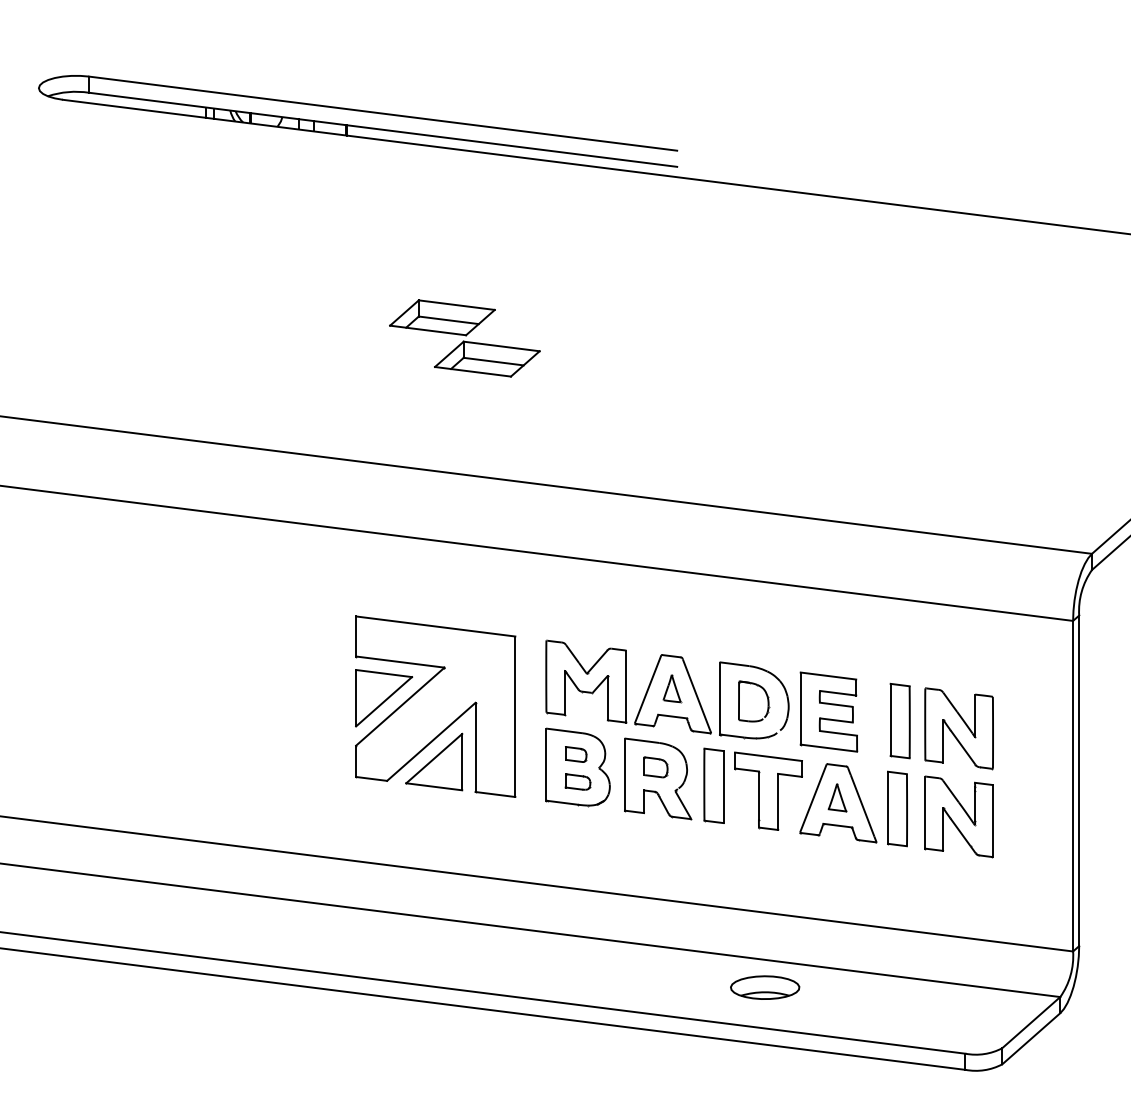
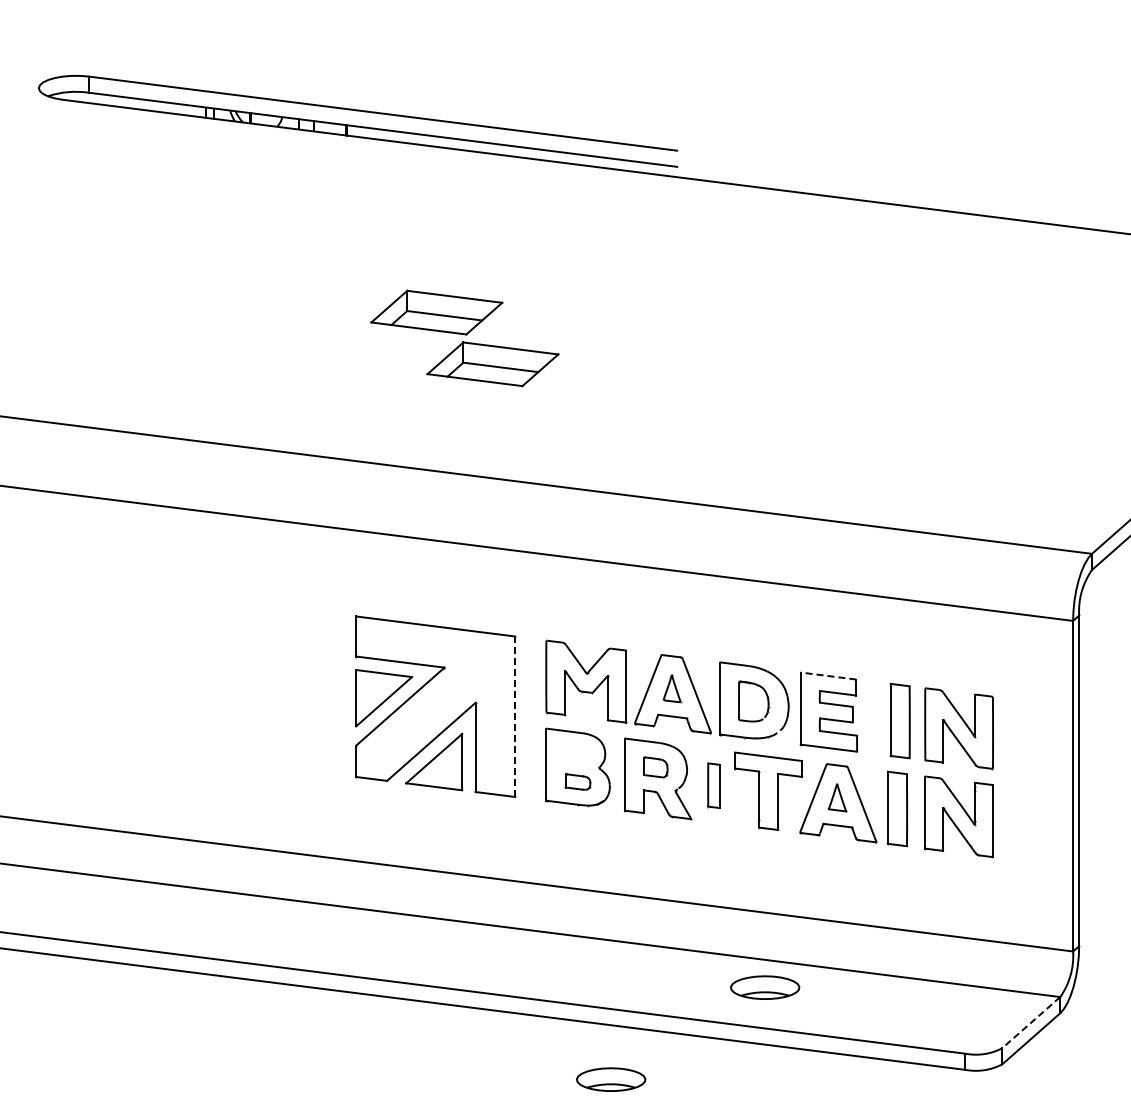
part at (464, 338) size: 152x79 px -> 190x99 px
line at (828, 676): solid -> dashed
line at (515, 716): solid -> dashed
part at (576, 754): present -> none
part at (713, 785) size: 22x77 px -> 14x47 px
line at (1031, 1022): solid -> dashed
part at (611, 1079): none -> present
